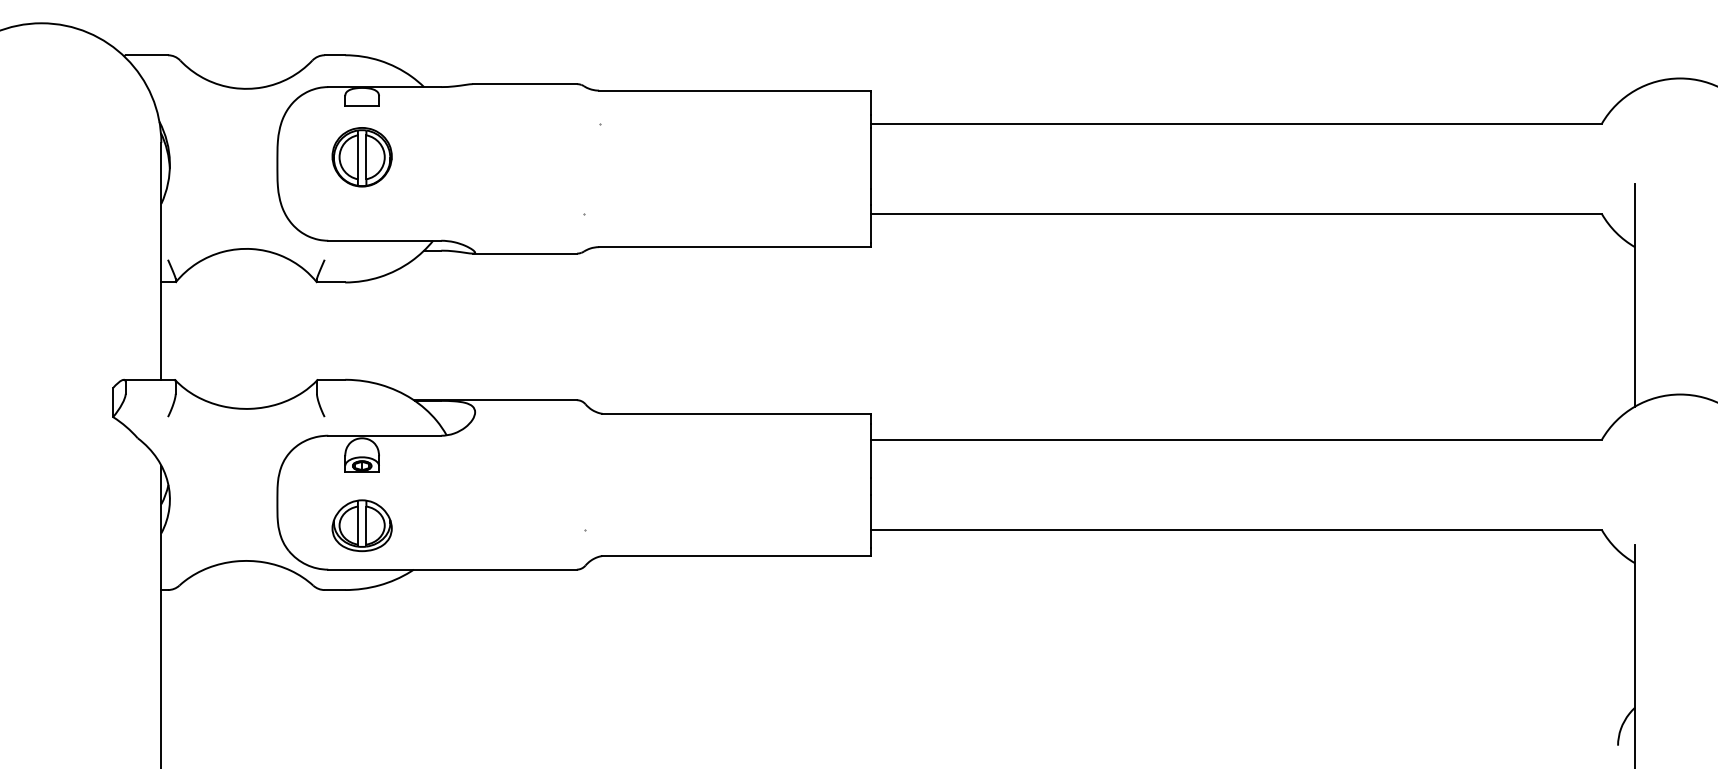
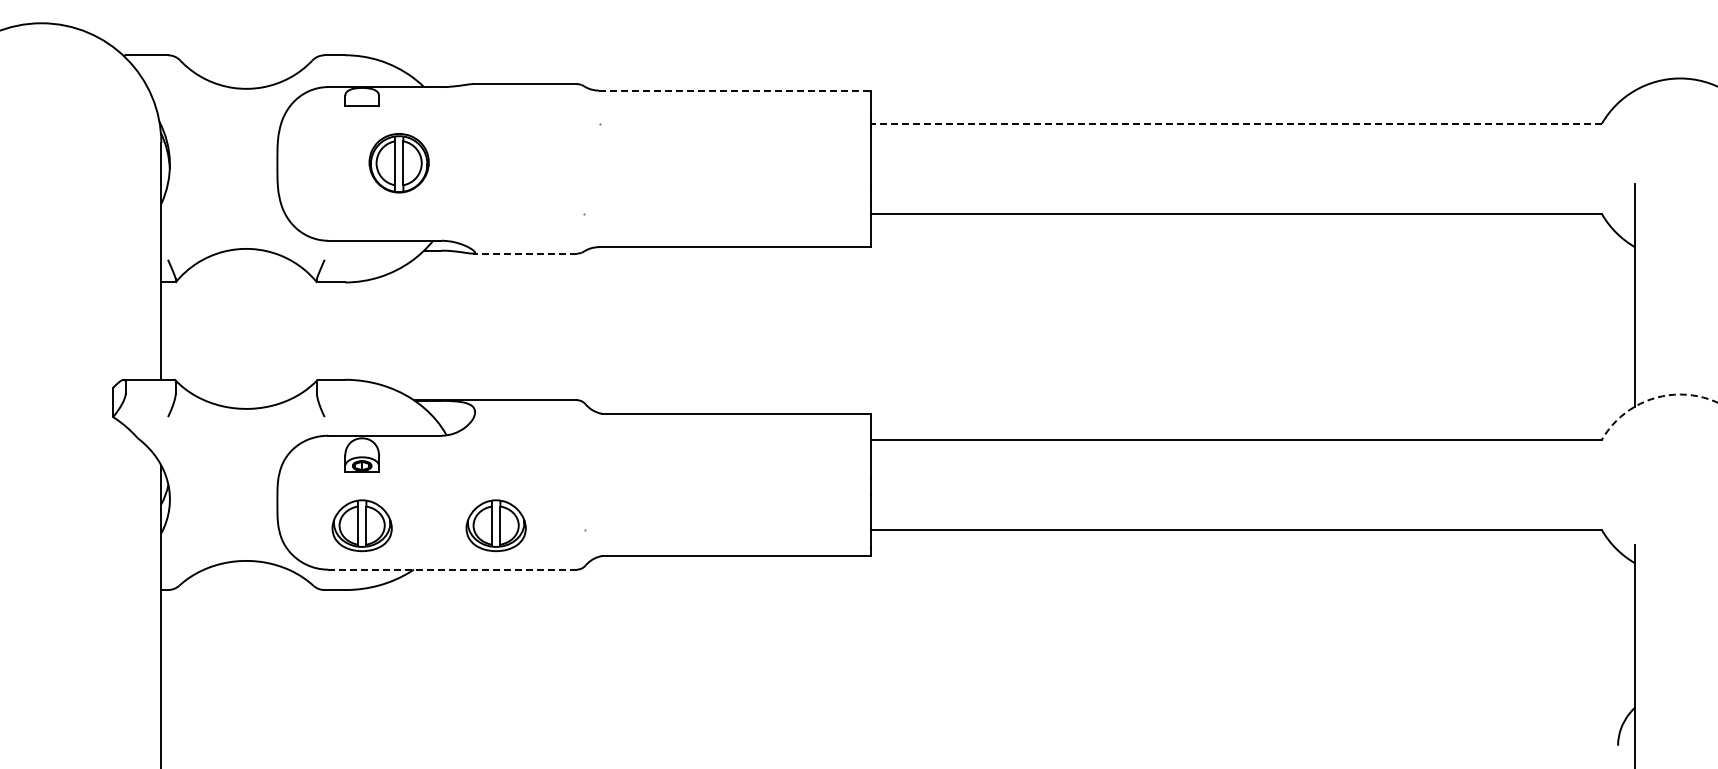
line at (734, 90): solid -> dashed
line at (1236, 123): solid -> dashed
part at (361, 157) position: (361, 157) -> (398, 163)
line at (524, 253): solid -> dashed
arc at (1652, 398): solid -> dashed
part at (495, 525): none -> present
line at (452, 569): solid -> dashed
